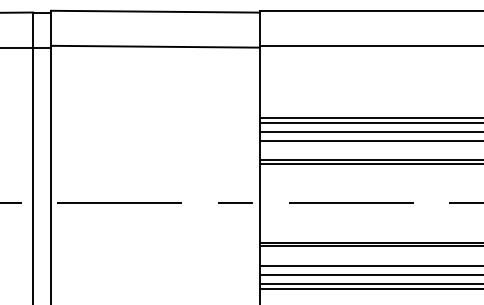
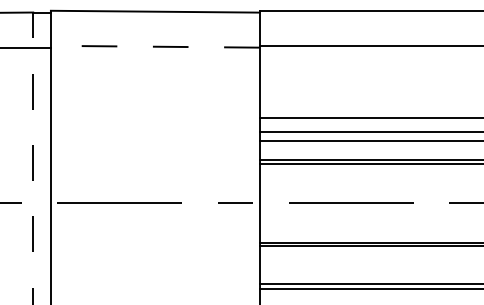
line at (154, 46): solid -> dashed
line at (369, 122): present -> none
line at (33, 158): solid -> dashed
line at (369, 266): present -> none
line at (369, 274): present -> none
